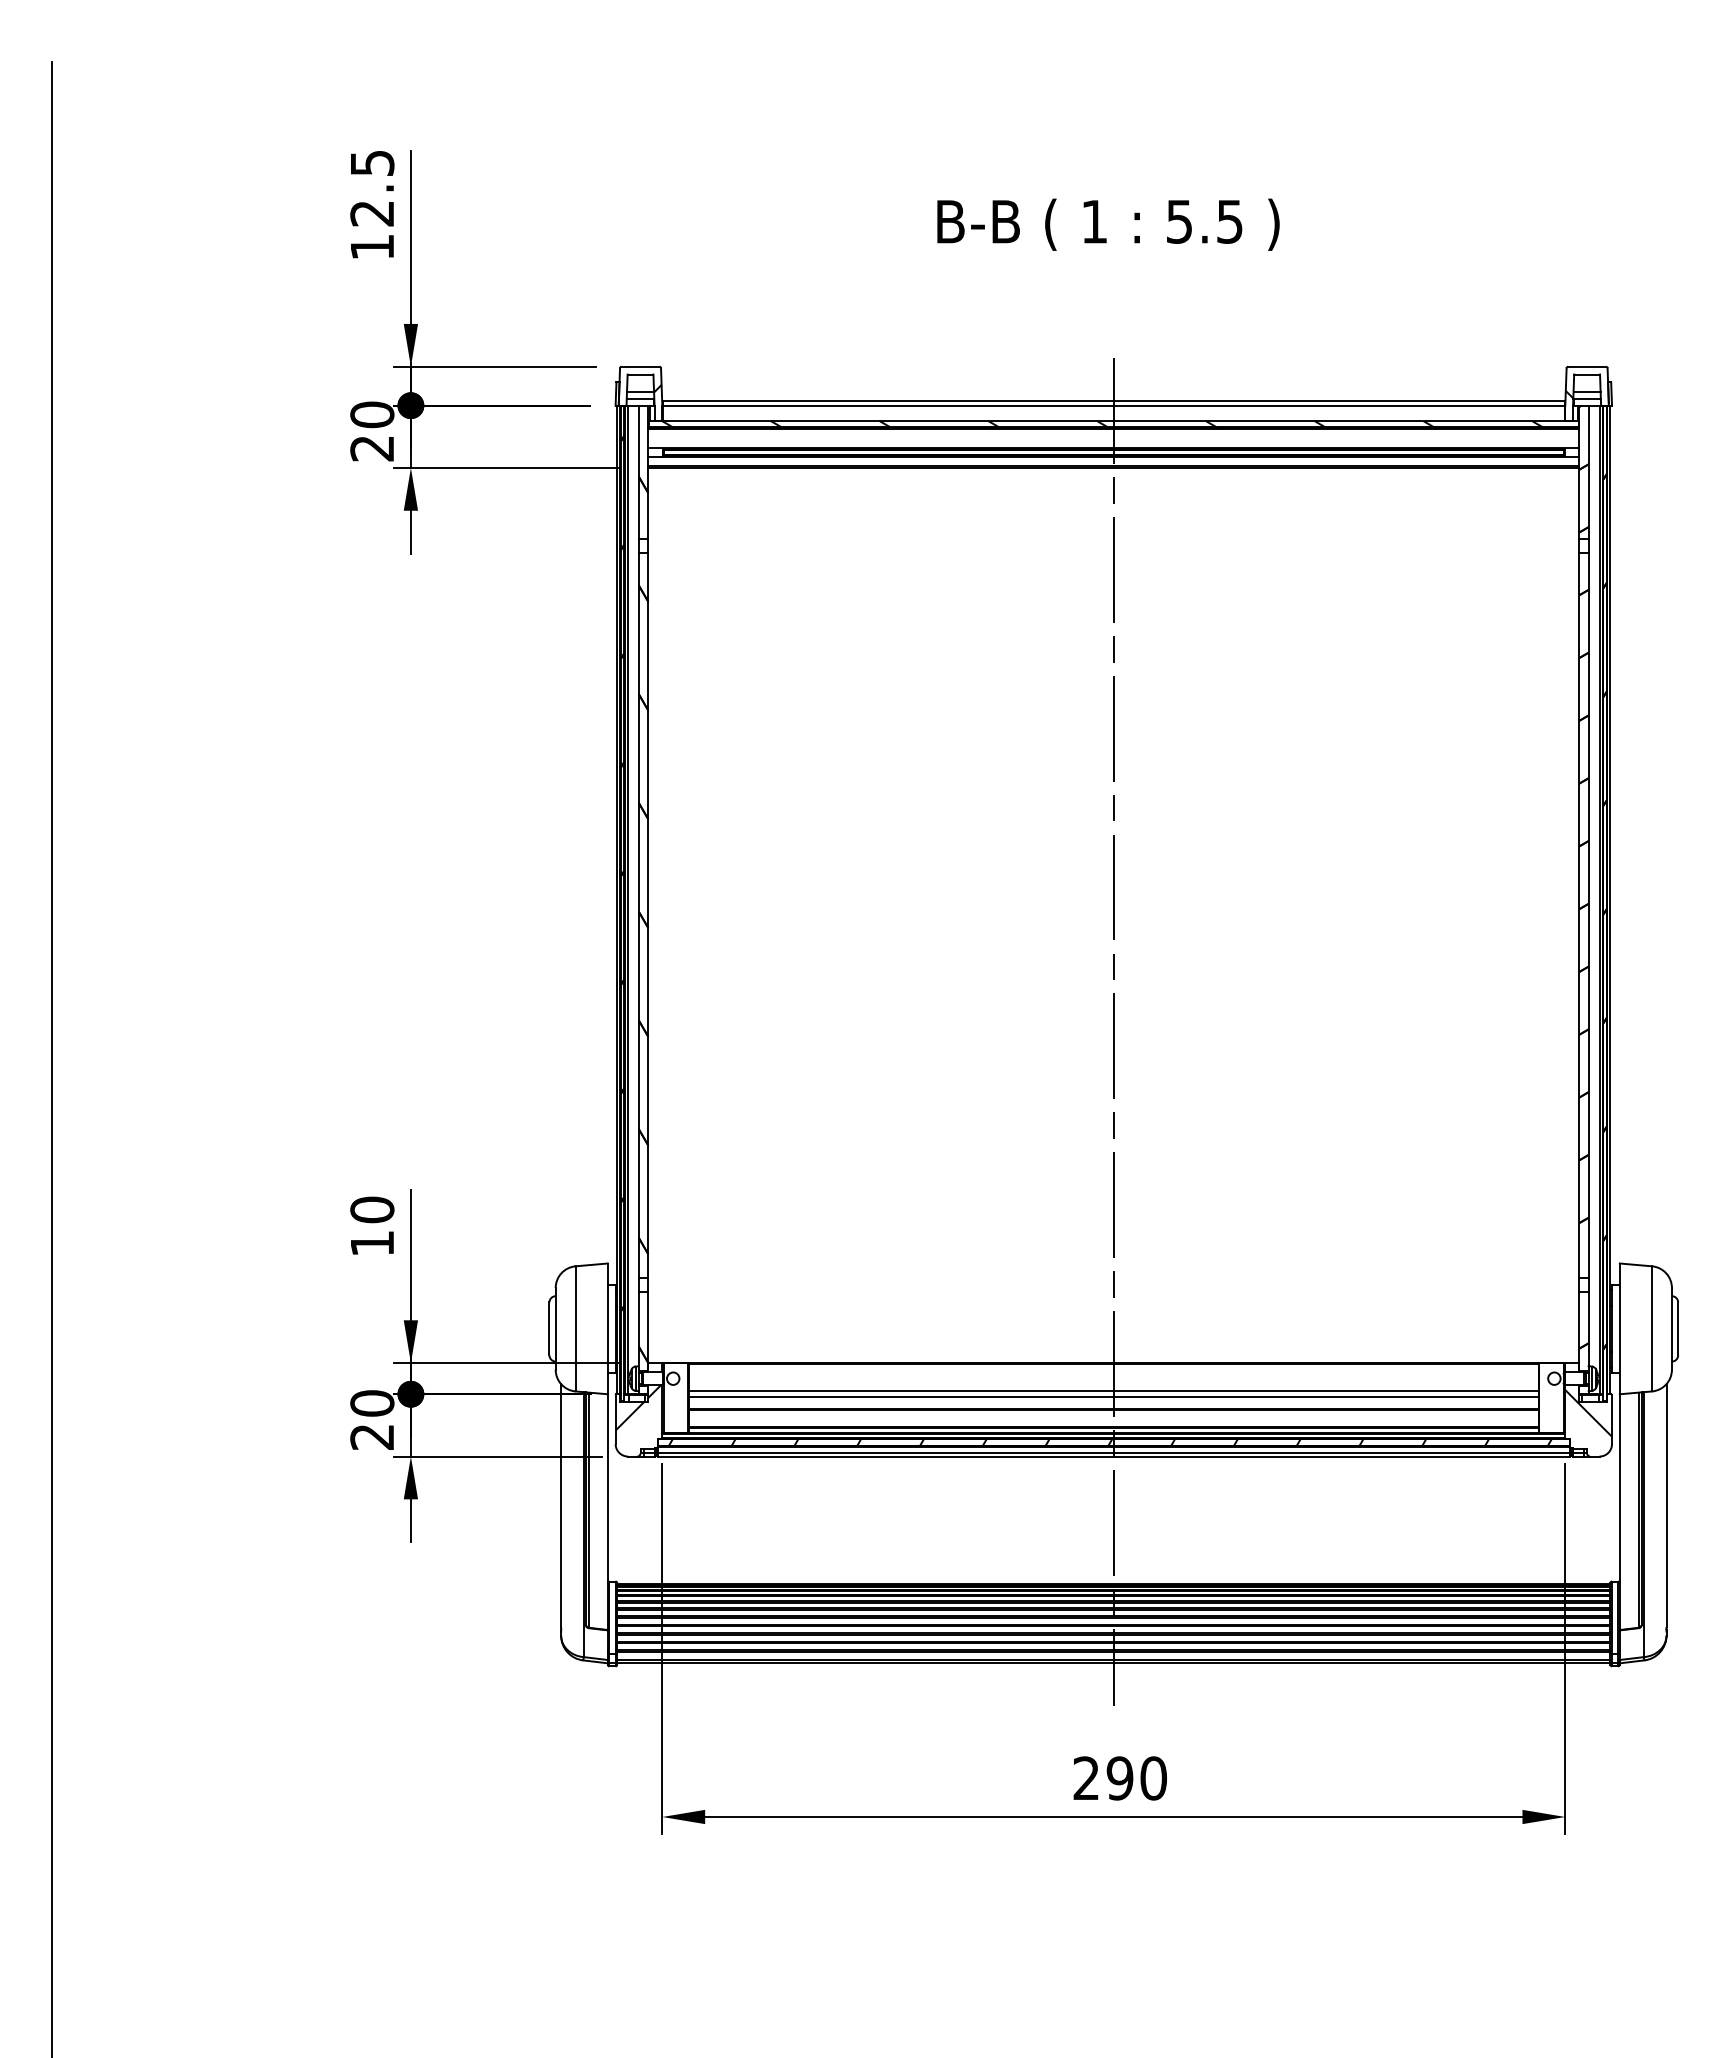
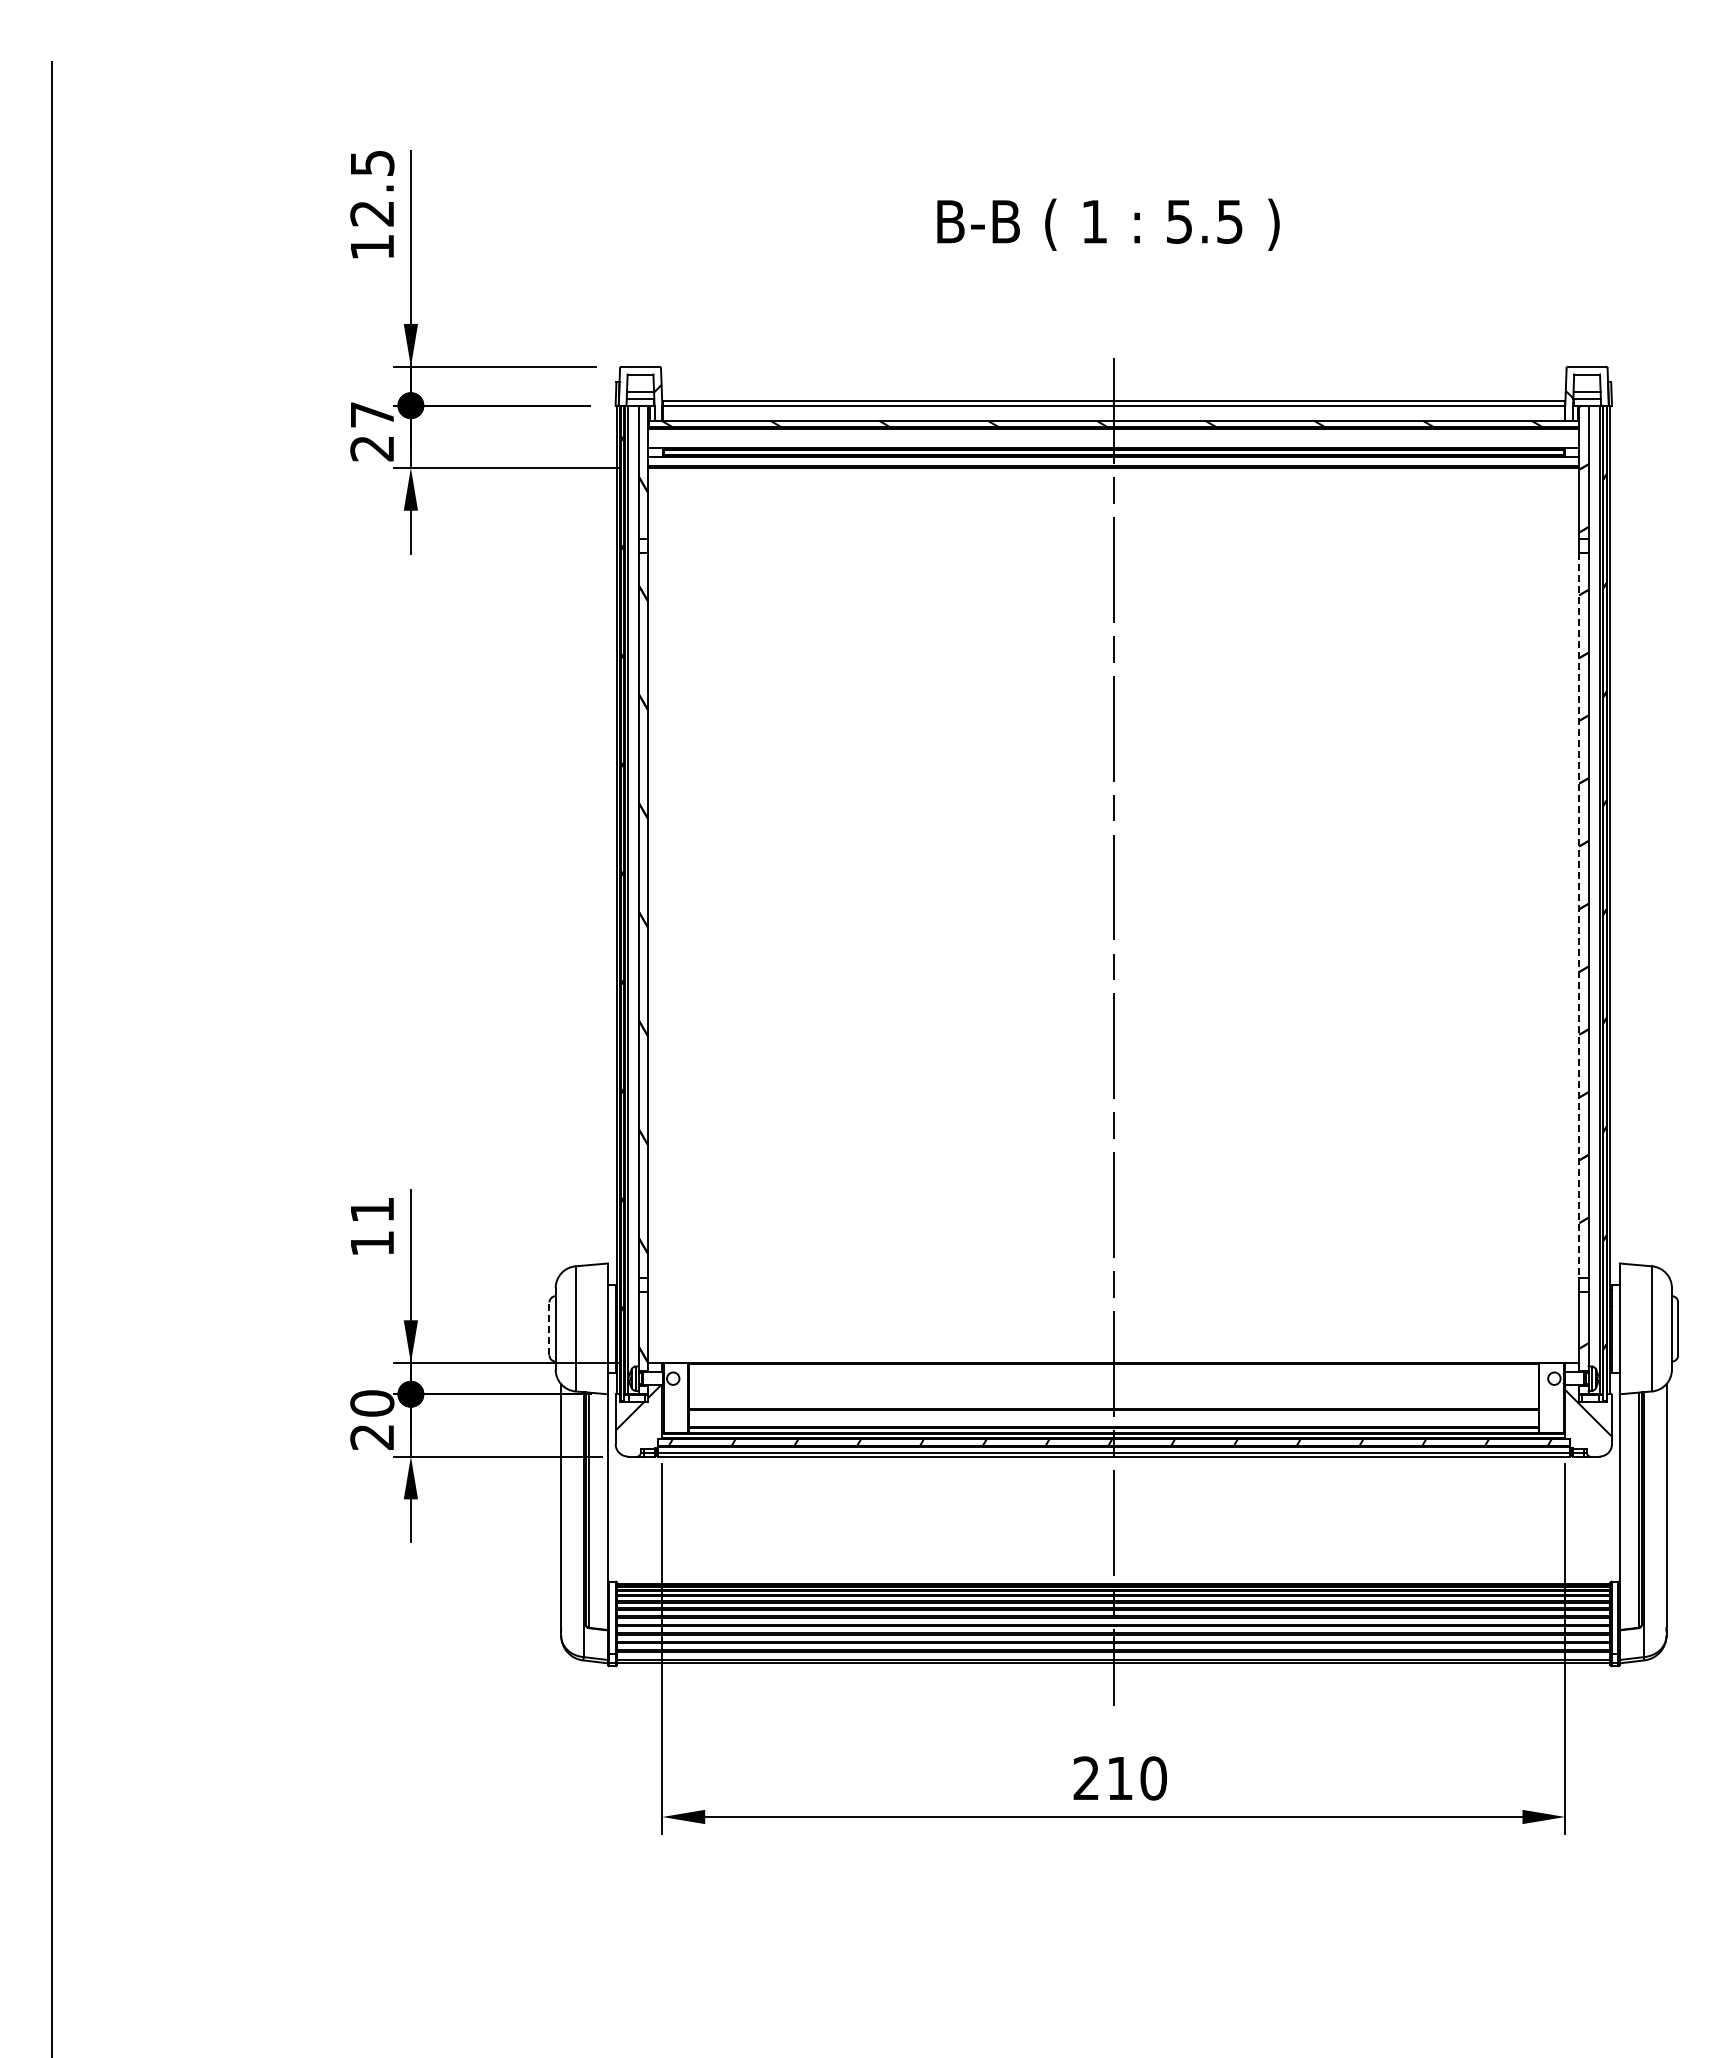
text at (372, 414): 20 -> 27
line at (1579, 915): solid -> dashed
text at (372, 1209): 10 -> 11
line at (549, 1328): solid -> dashed
line at (1113, 1391): present -> none
line at (1113, 1397): present -> none
text at (1119, 1778): 290 -> 210
